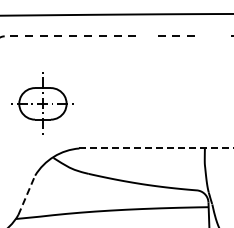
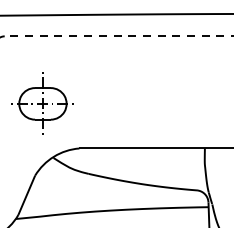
line at (146, 35): none -> present
line at (209, 35): none -> present
line at (157, 148): dashed -> solid
line at (26, 194): dashed -> solid
